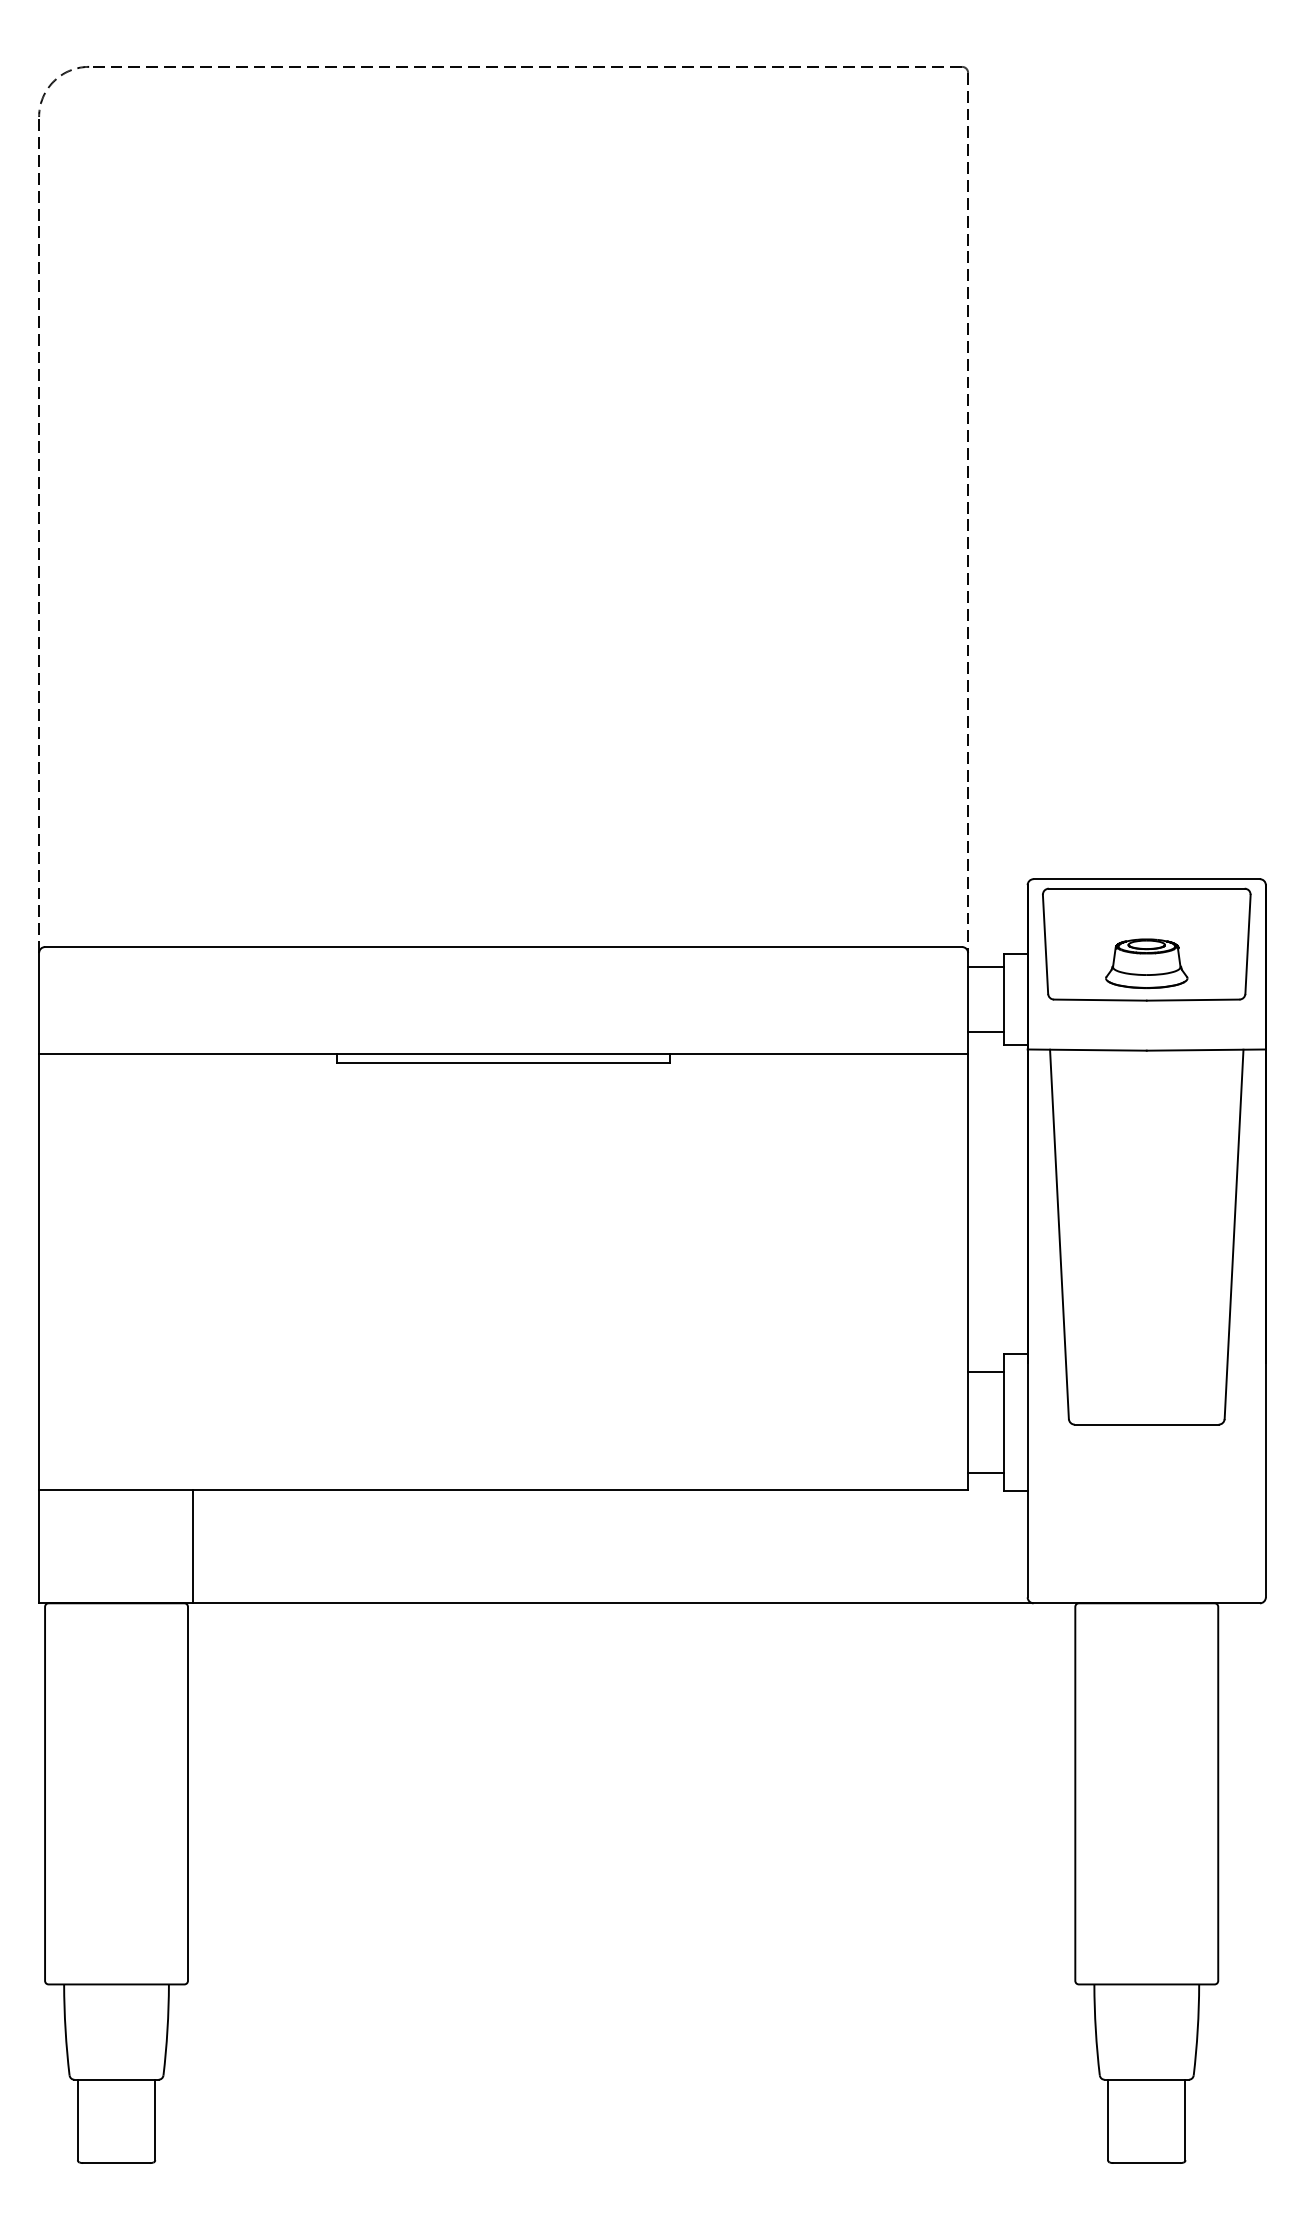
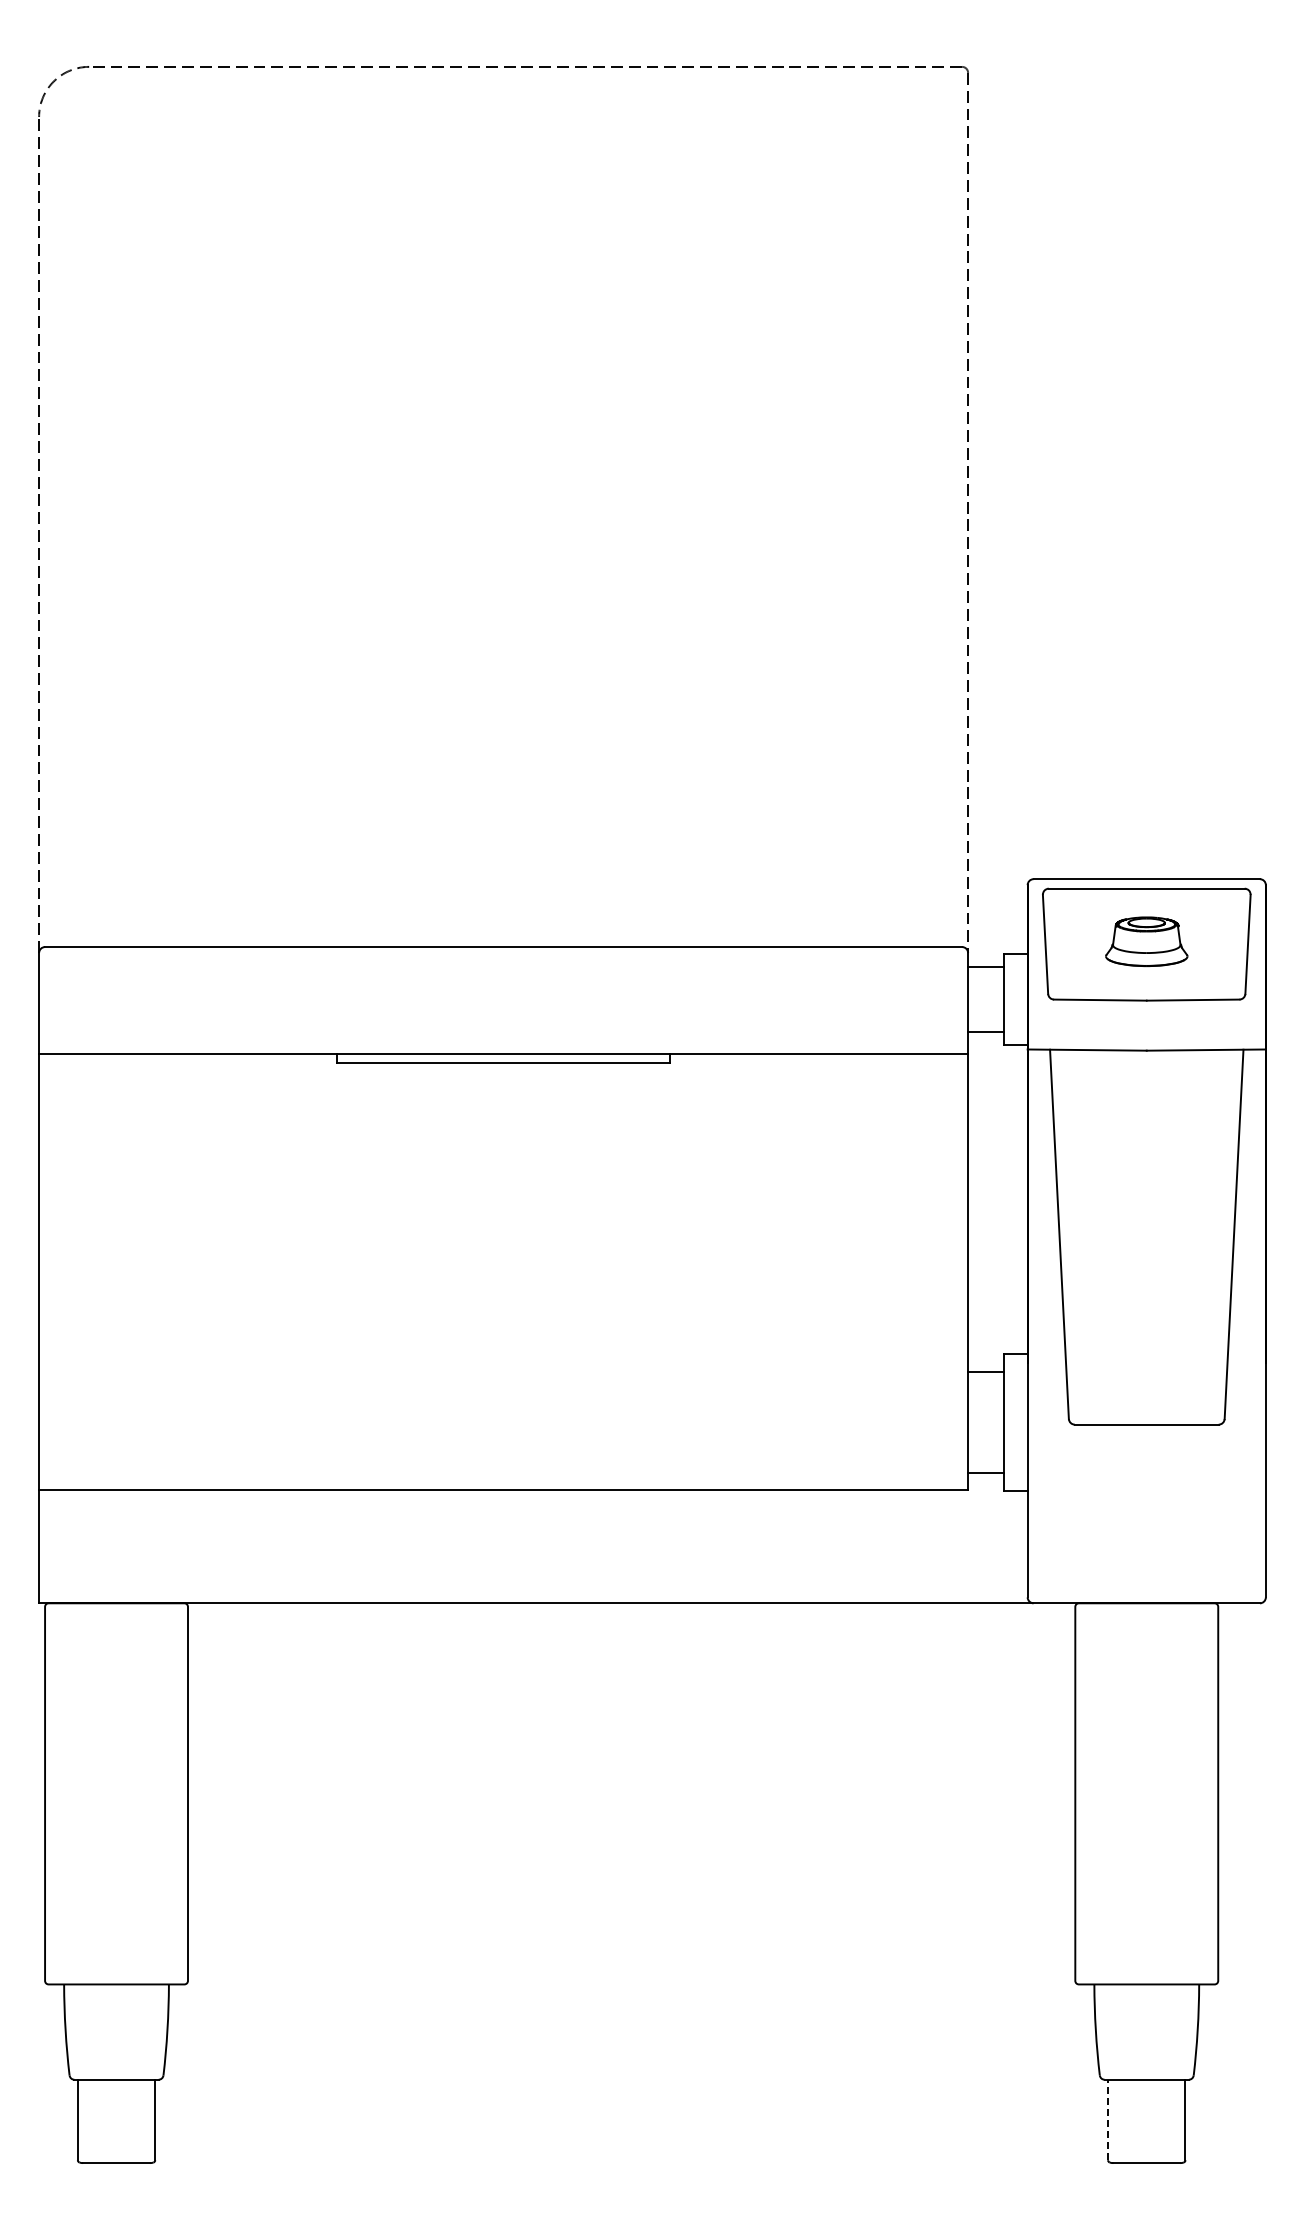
part at (1146, 963) position: (1146, 963) -> (1146, 941)
line at (192, 1546): present -> none
line at (1108, 2119): solid -> dashed
